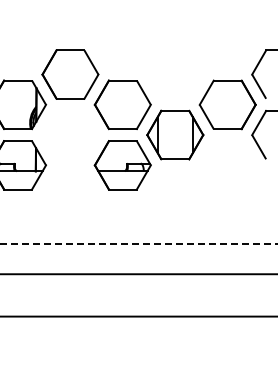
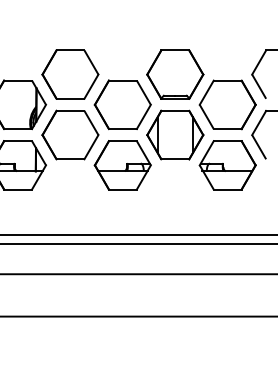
part at (175, 74): none -> present
part at (70, 134): none -> present
part at (227, 165): none -> present
line at (138, 234): none -> present
line at (139, 243): dashed -> solid
